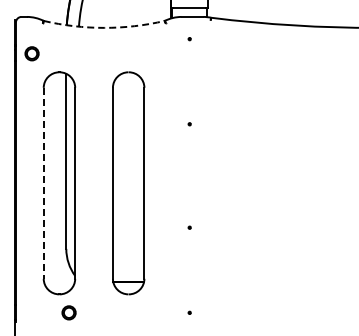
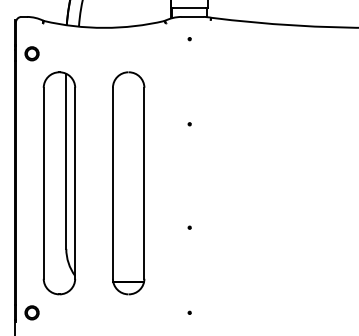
arc at (104, 27): dashed -> solid
line at (43, 183): dashed -> solid
circle at (68, 312) position: (68, 312) -> (31, 312)
